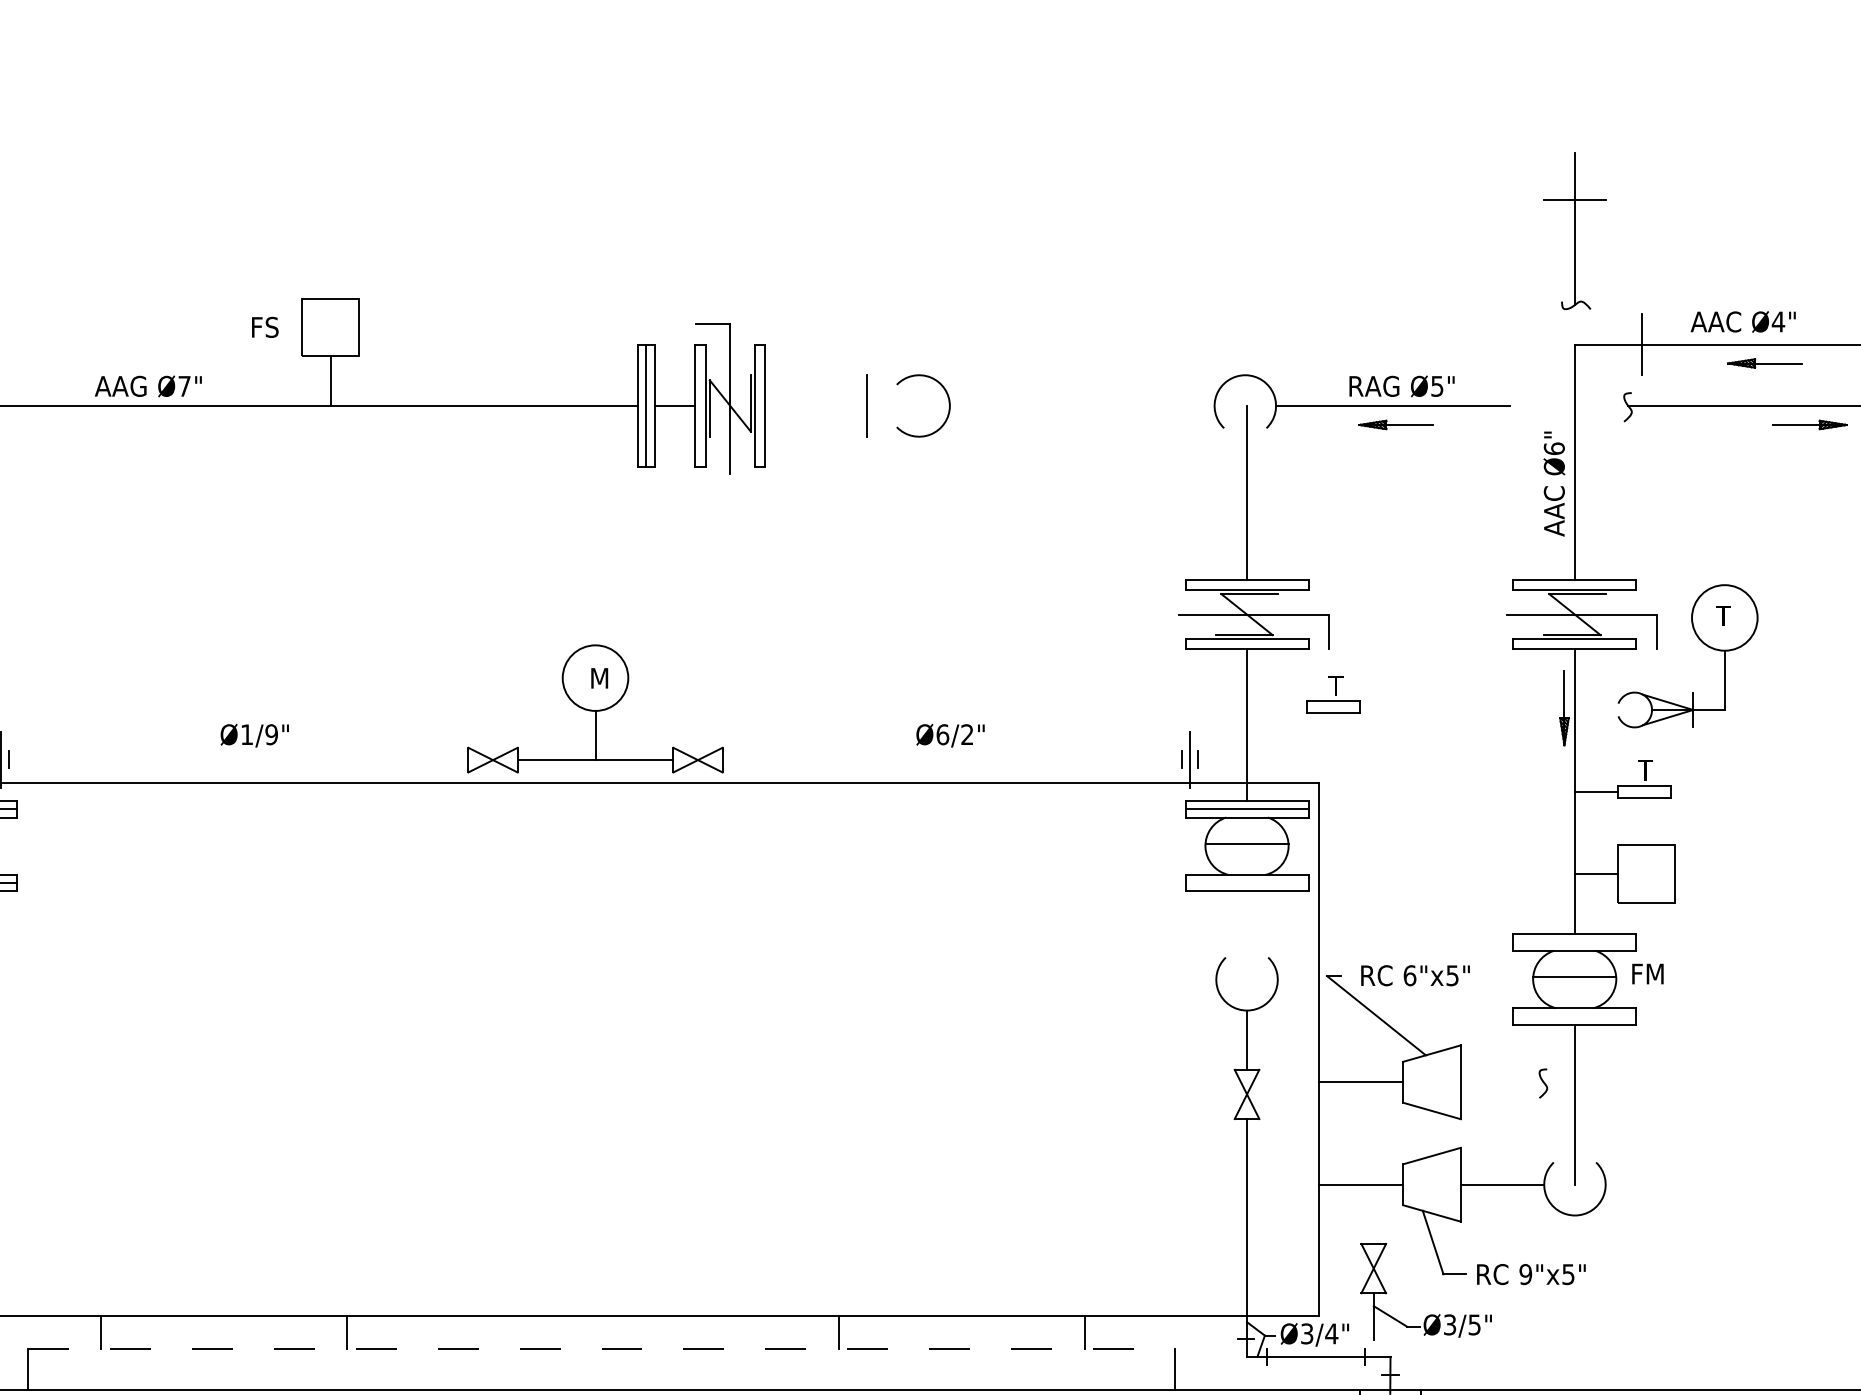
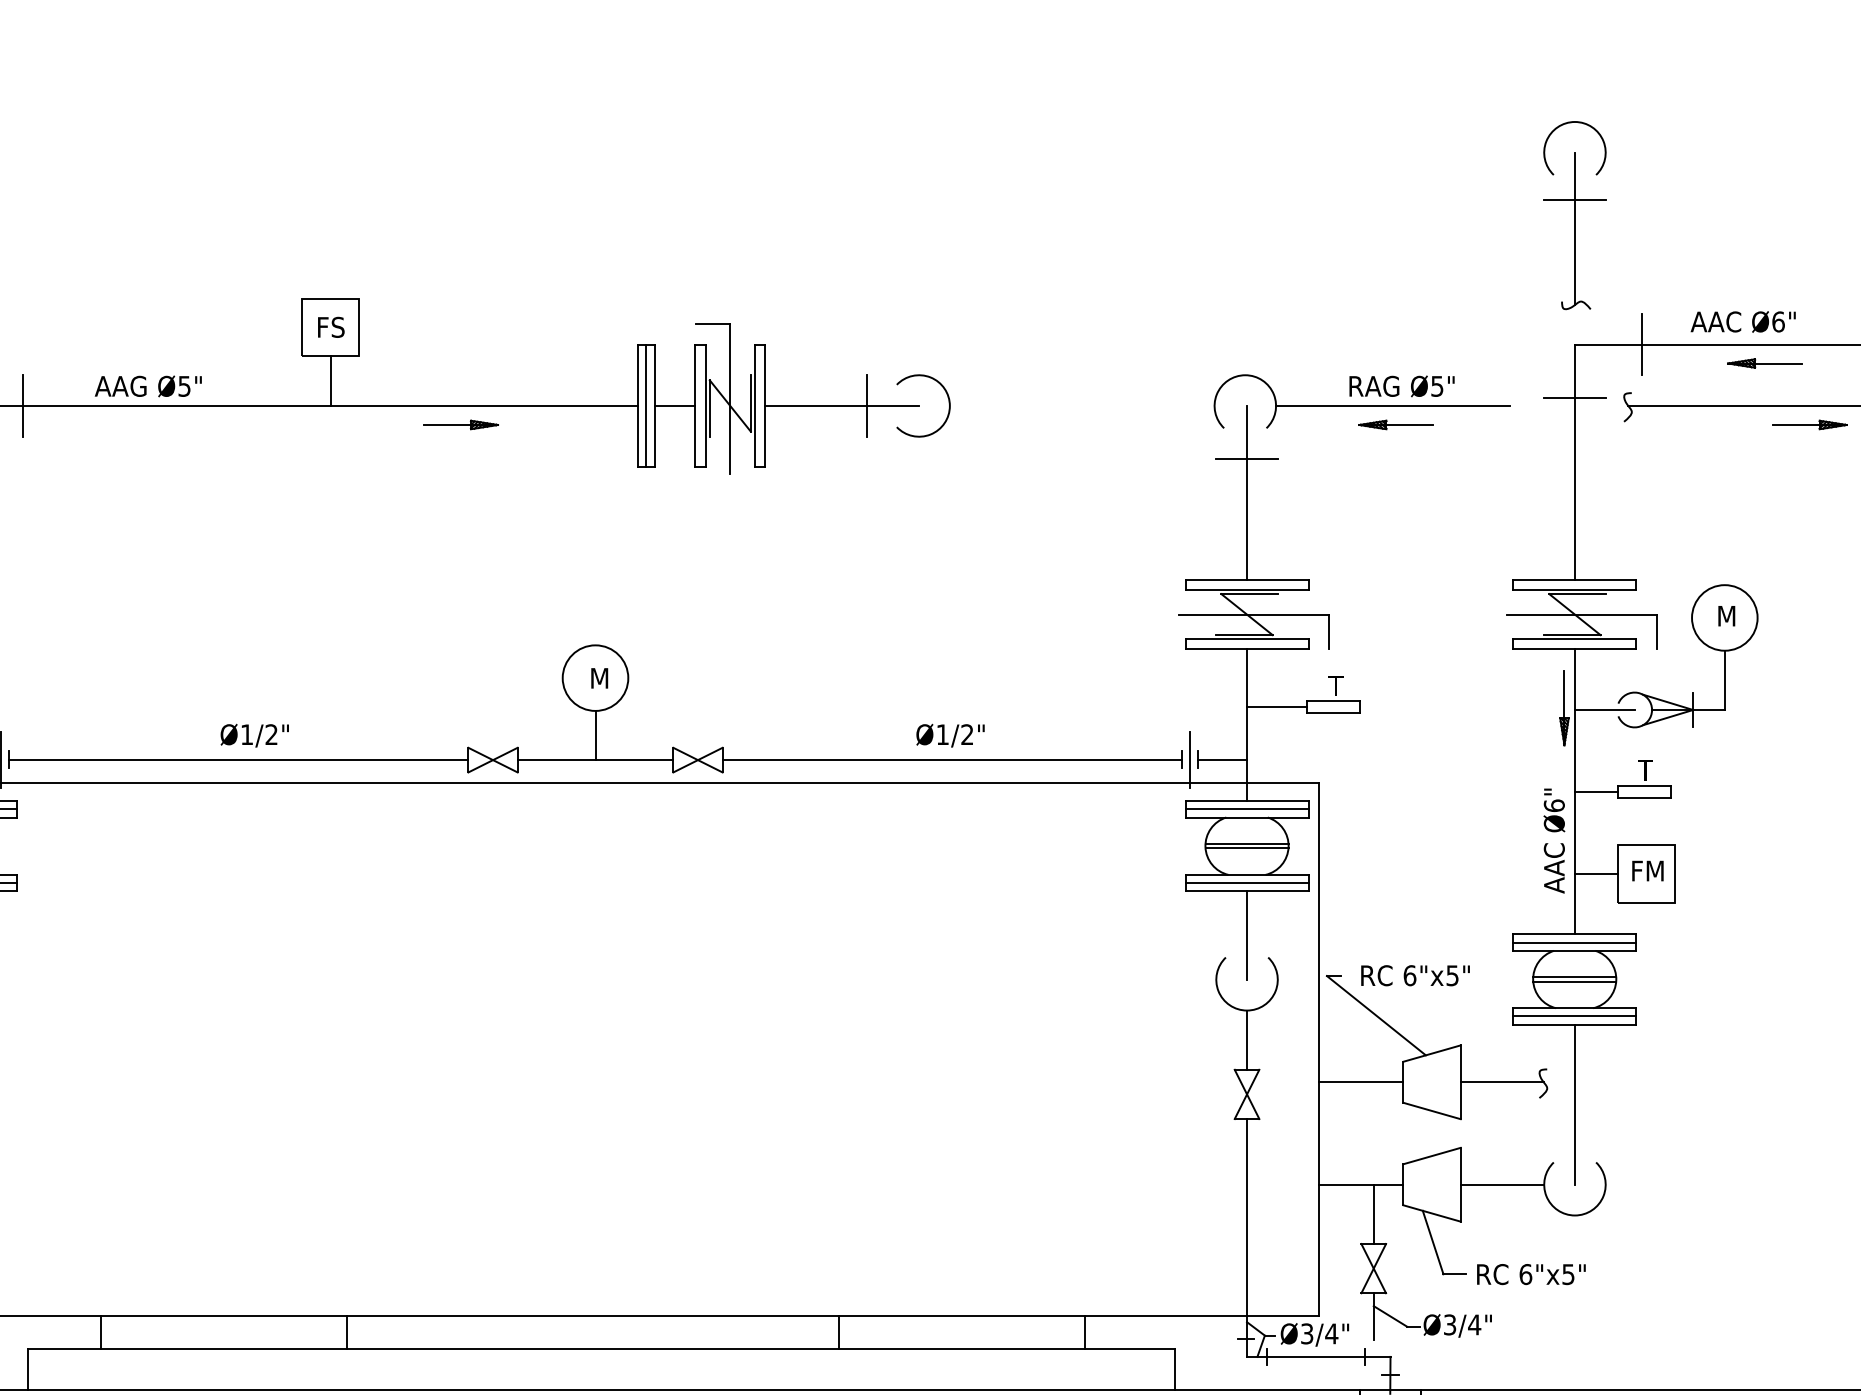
arc at (1571, 123): none -> present
text at (1778, 321): Ø4" -> Ø6"
text at (265, 326) position: (265, 326) -> (331, 326)
text at (184, 386): Ø7" -> Ø5"
line at (1574, 397): none -> present
line at (23, 405): none -> present
line at (842, 406): none -> present
part at (460, 424): none -> present
line at (1246, 459): none -> present
text at (1554, 483) position: (1554, 483) -> (1554, 840)
text at (1725, 616): T -> M
line at (1277, 707): none -> present
line at (1604, 710): none -> present
text at (271, 734): Ø1/9" -> Ø1/2"
text at (942, 734): Ø6/2" -> Ø1/2"
line at (238, 760): none -> present
line at (951, 760): none -> present
line at (1222, 760): none -> present
line at (1246, 848): none -> present
line at (1246, 883): none -> present
line at (1247, 935): none -> present
line at (1574, 942): none -> present
text at (1647, 973) position: (1647, 973) -> (1647, 870)
line at (1574, 981): none -> present
line at (1574, 1016): none -> present
line at (1501, 1082): none -> present
line at (1373, 1214): none -> present
text at (1525, 1274): 9"x5" -> 6"x5"
text at (1474, 1324): Ø3/5" -> Ø3/4"
line at (601, 1348): dashed -> solid
